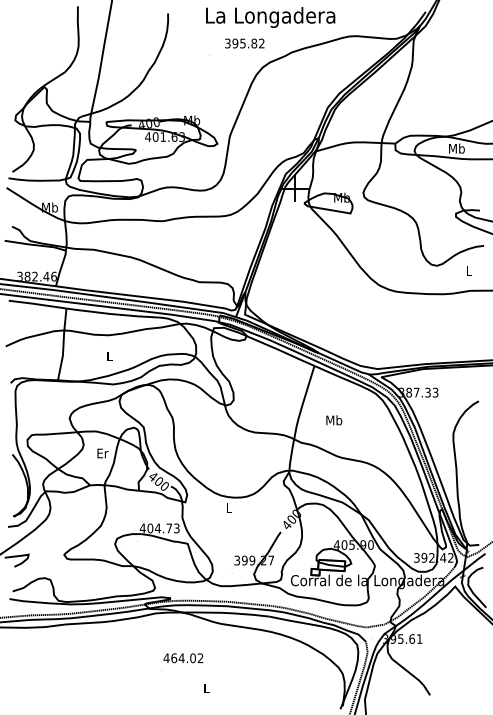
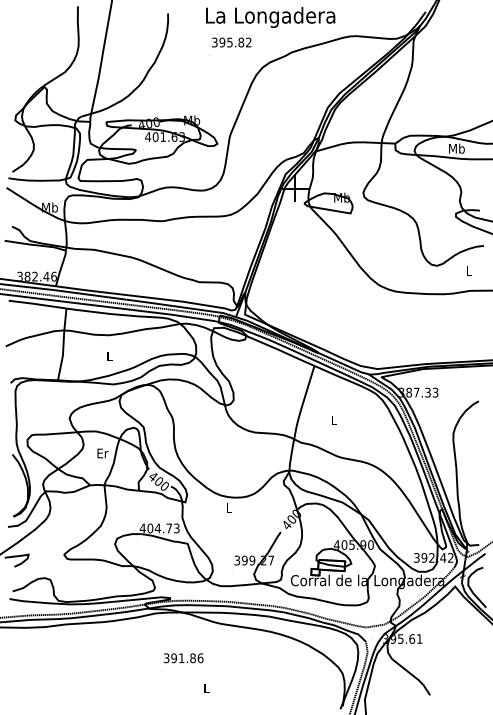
text at (244, 43) position: (244, 43) -> (231, 42)
text at (334, 420): Mb -> L
text at (183, 658): 464.02 -> 391.86
